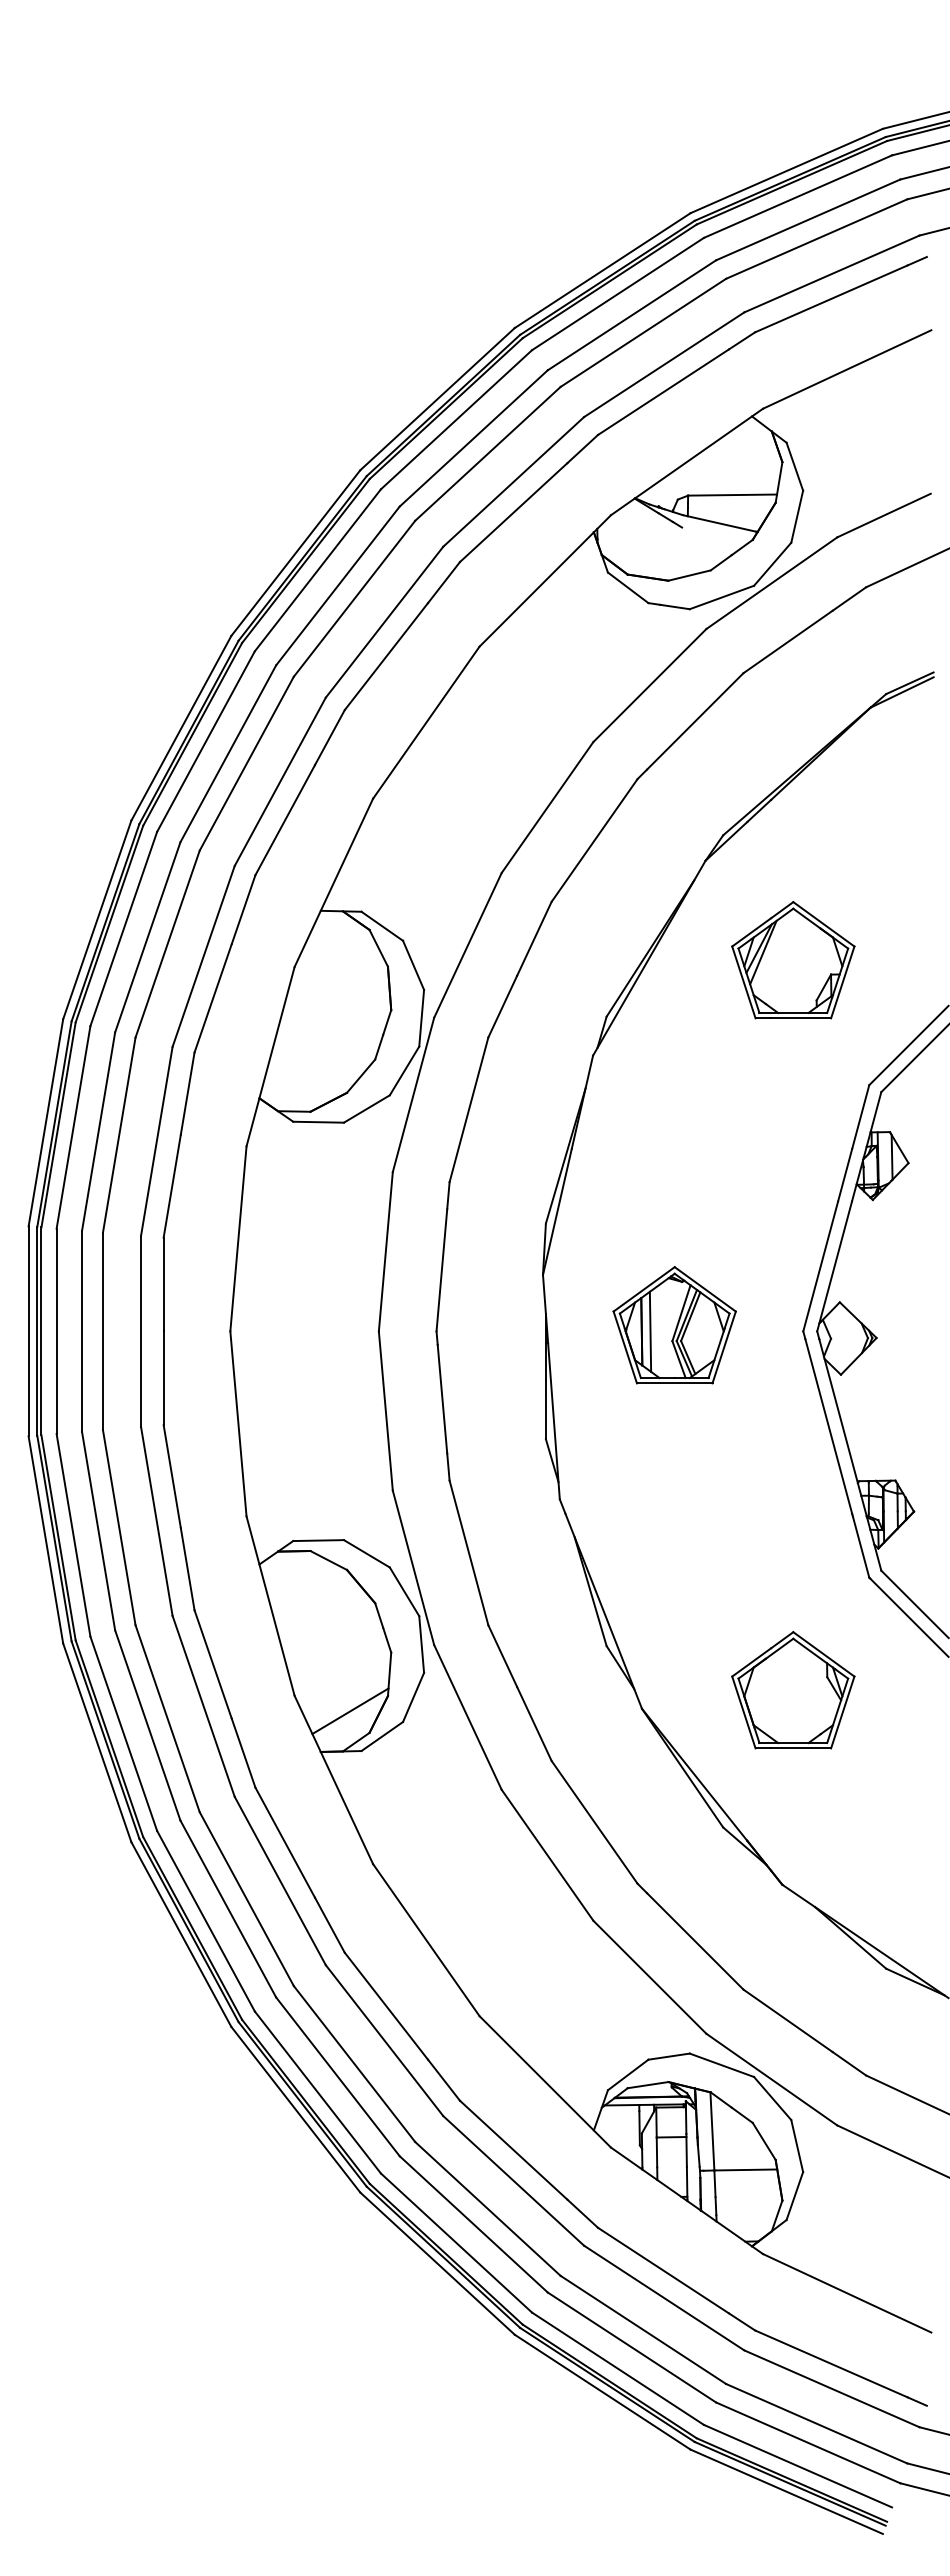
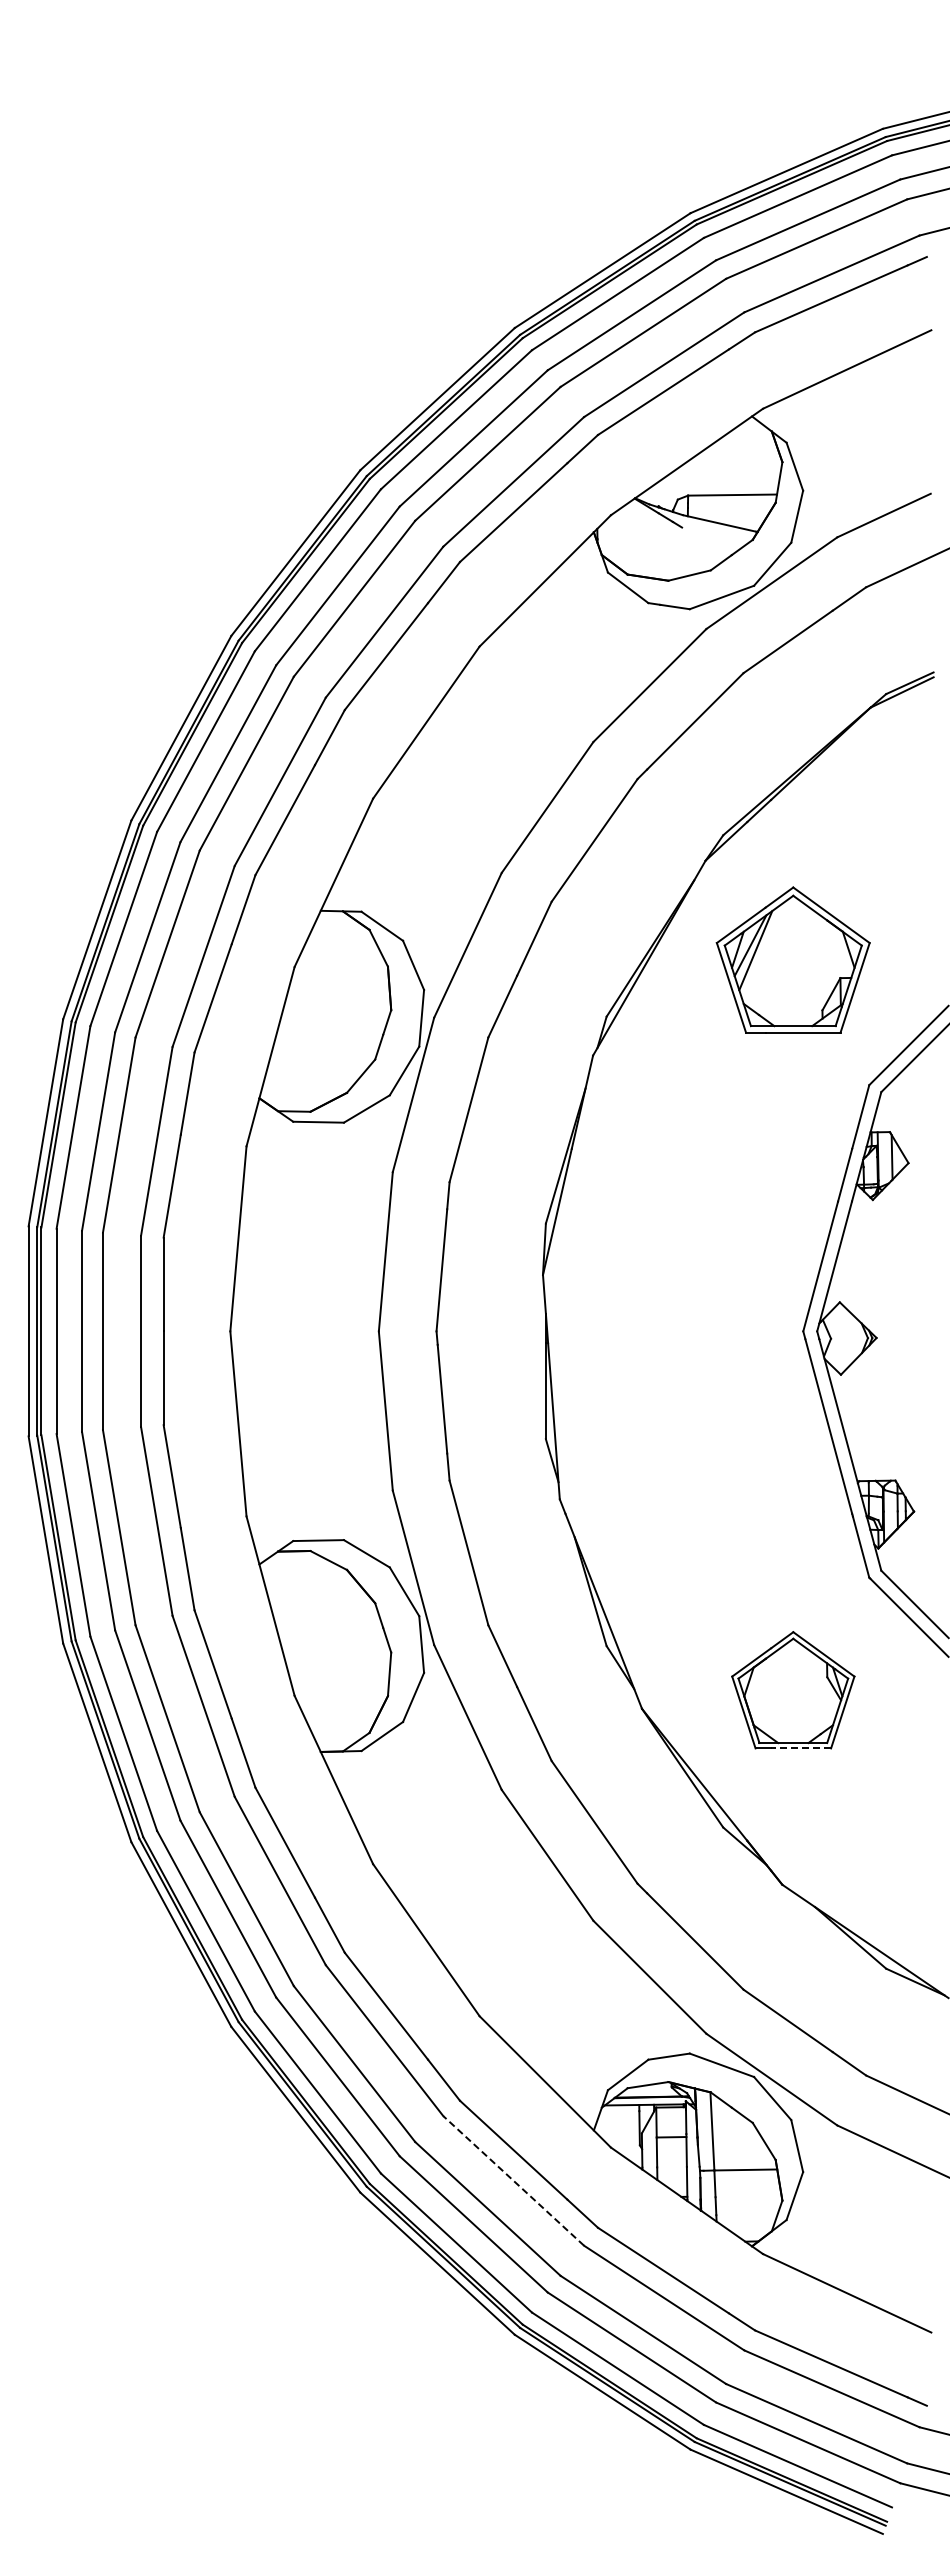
part at (793, 960) size: 125x119 px -> 156x148 px
part at (674, 1325): present -> none
line at (350, 1711): present -> none
line at (801, 1748): solid -> dashed
line at (513, 2180): solid -> dashed
